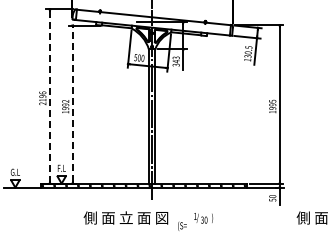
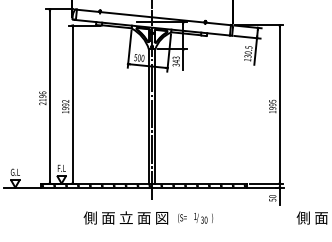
line at (49, 96): dashed -> solid
line at (72, 104): dashed -> solid
text at (182, 225) position: (182, 225) -> (182, 217)
